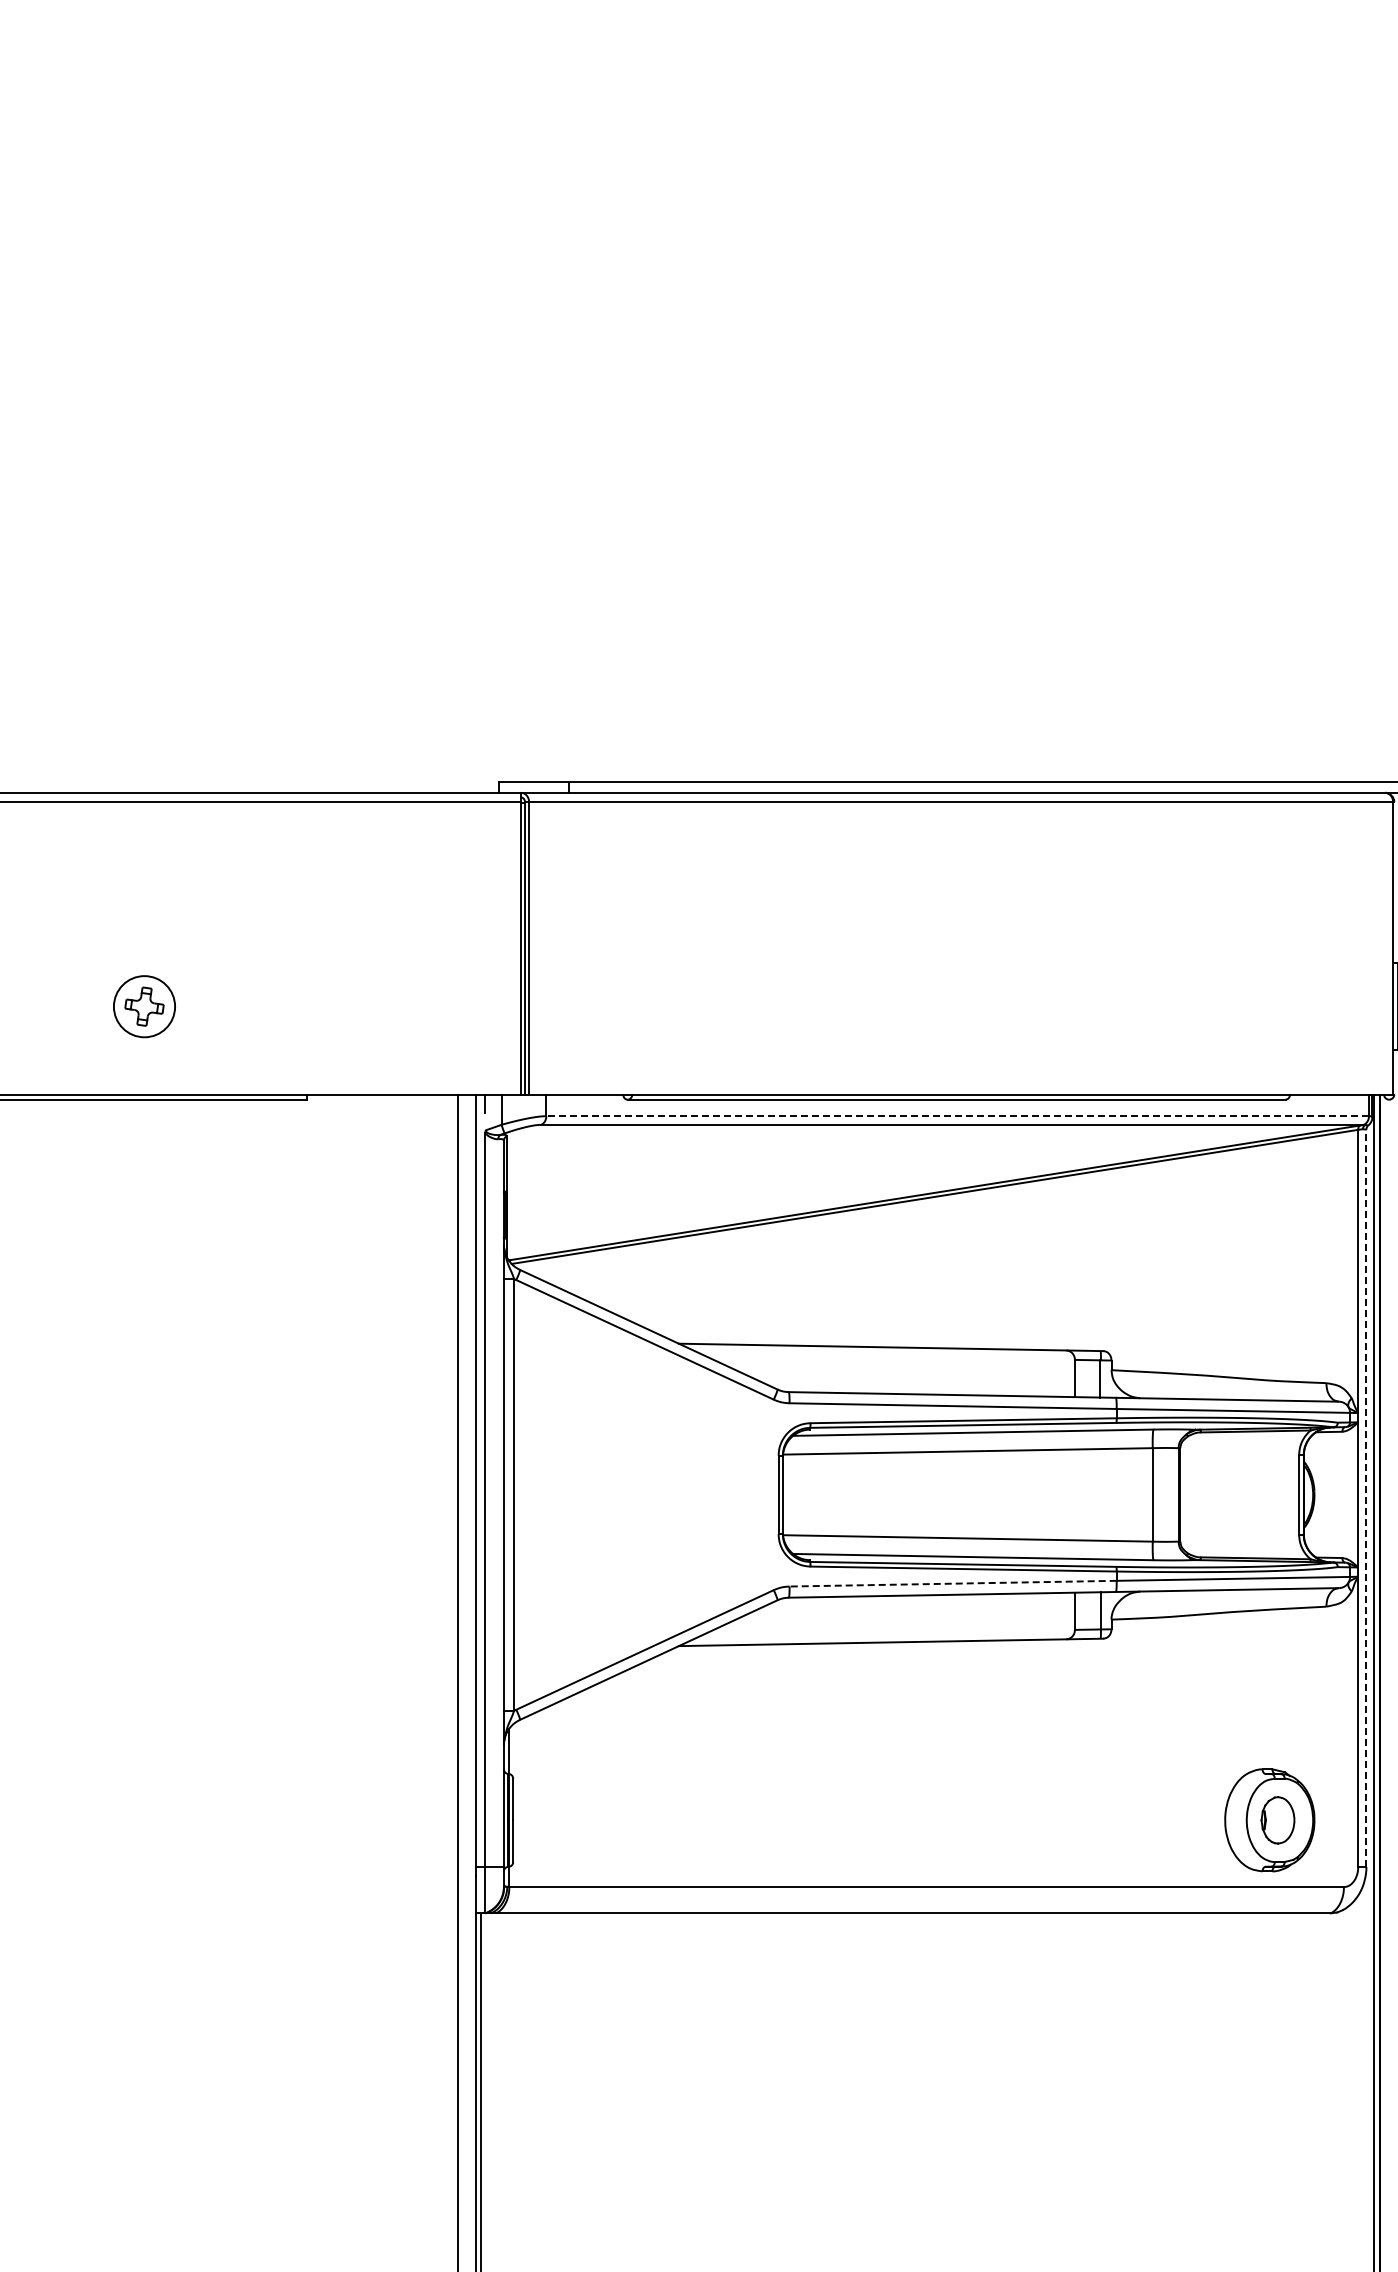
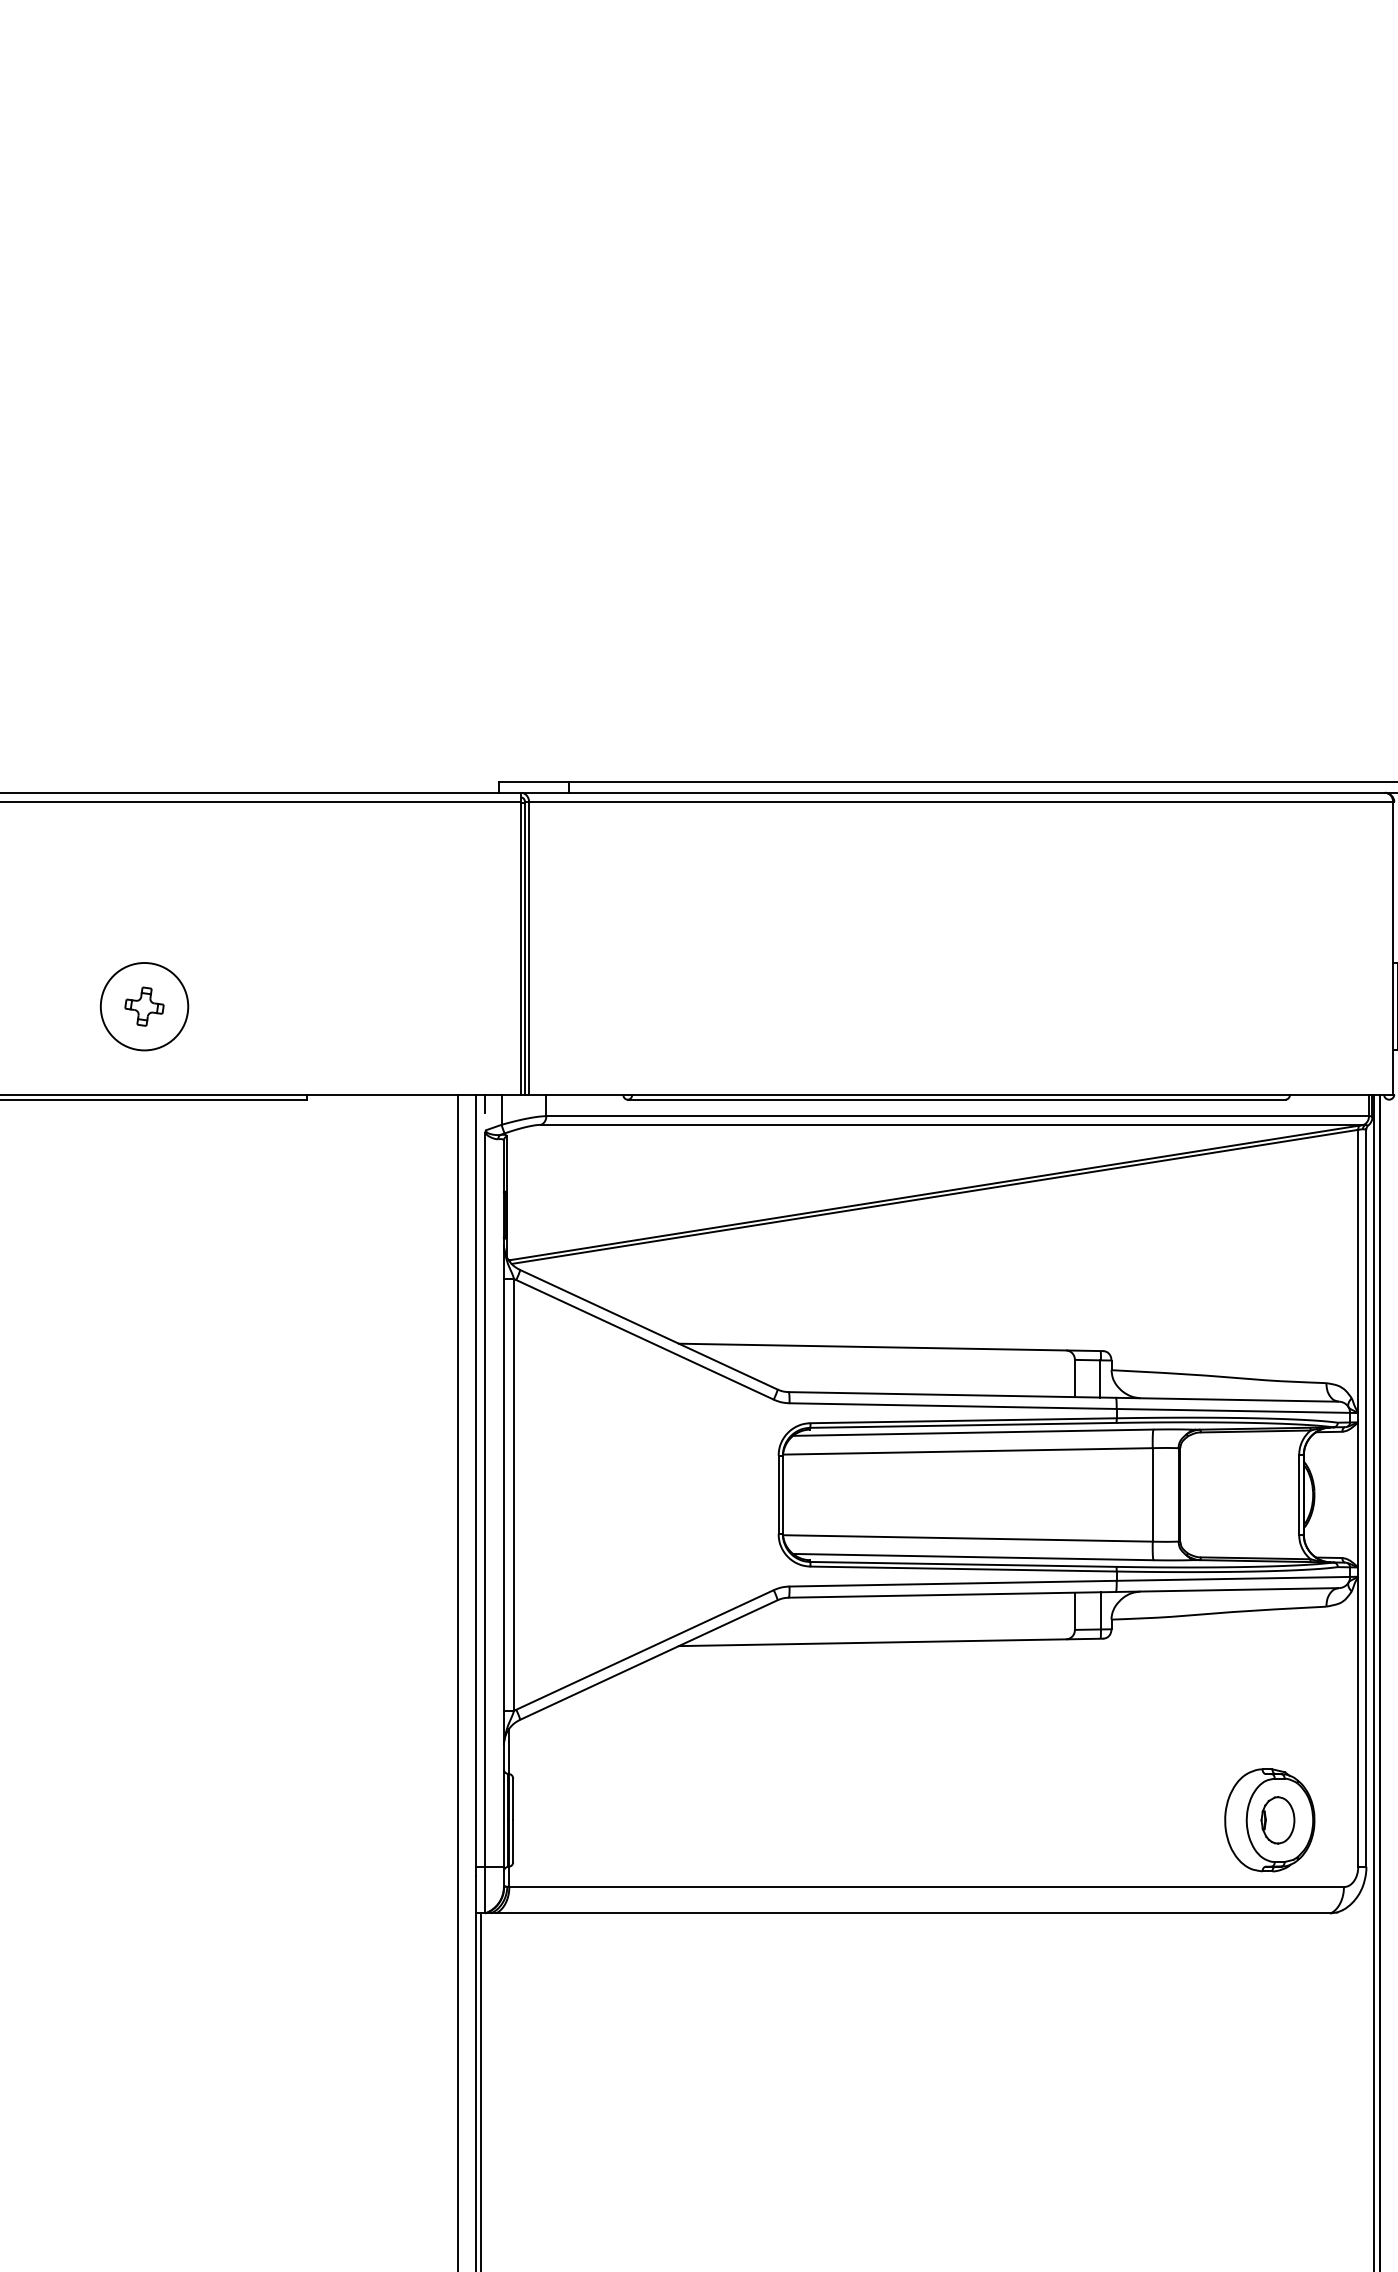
circle at (144, 1006) diameter: 61 px -> 87 px
line at (957, 1116): dashed -> solid
line at (1366, 1497): dashed -> solid
line at (953, 1583): dashed -> solid
